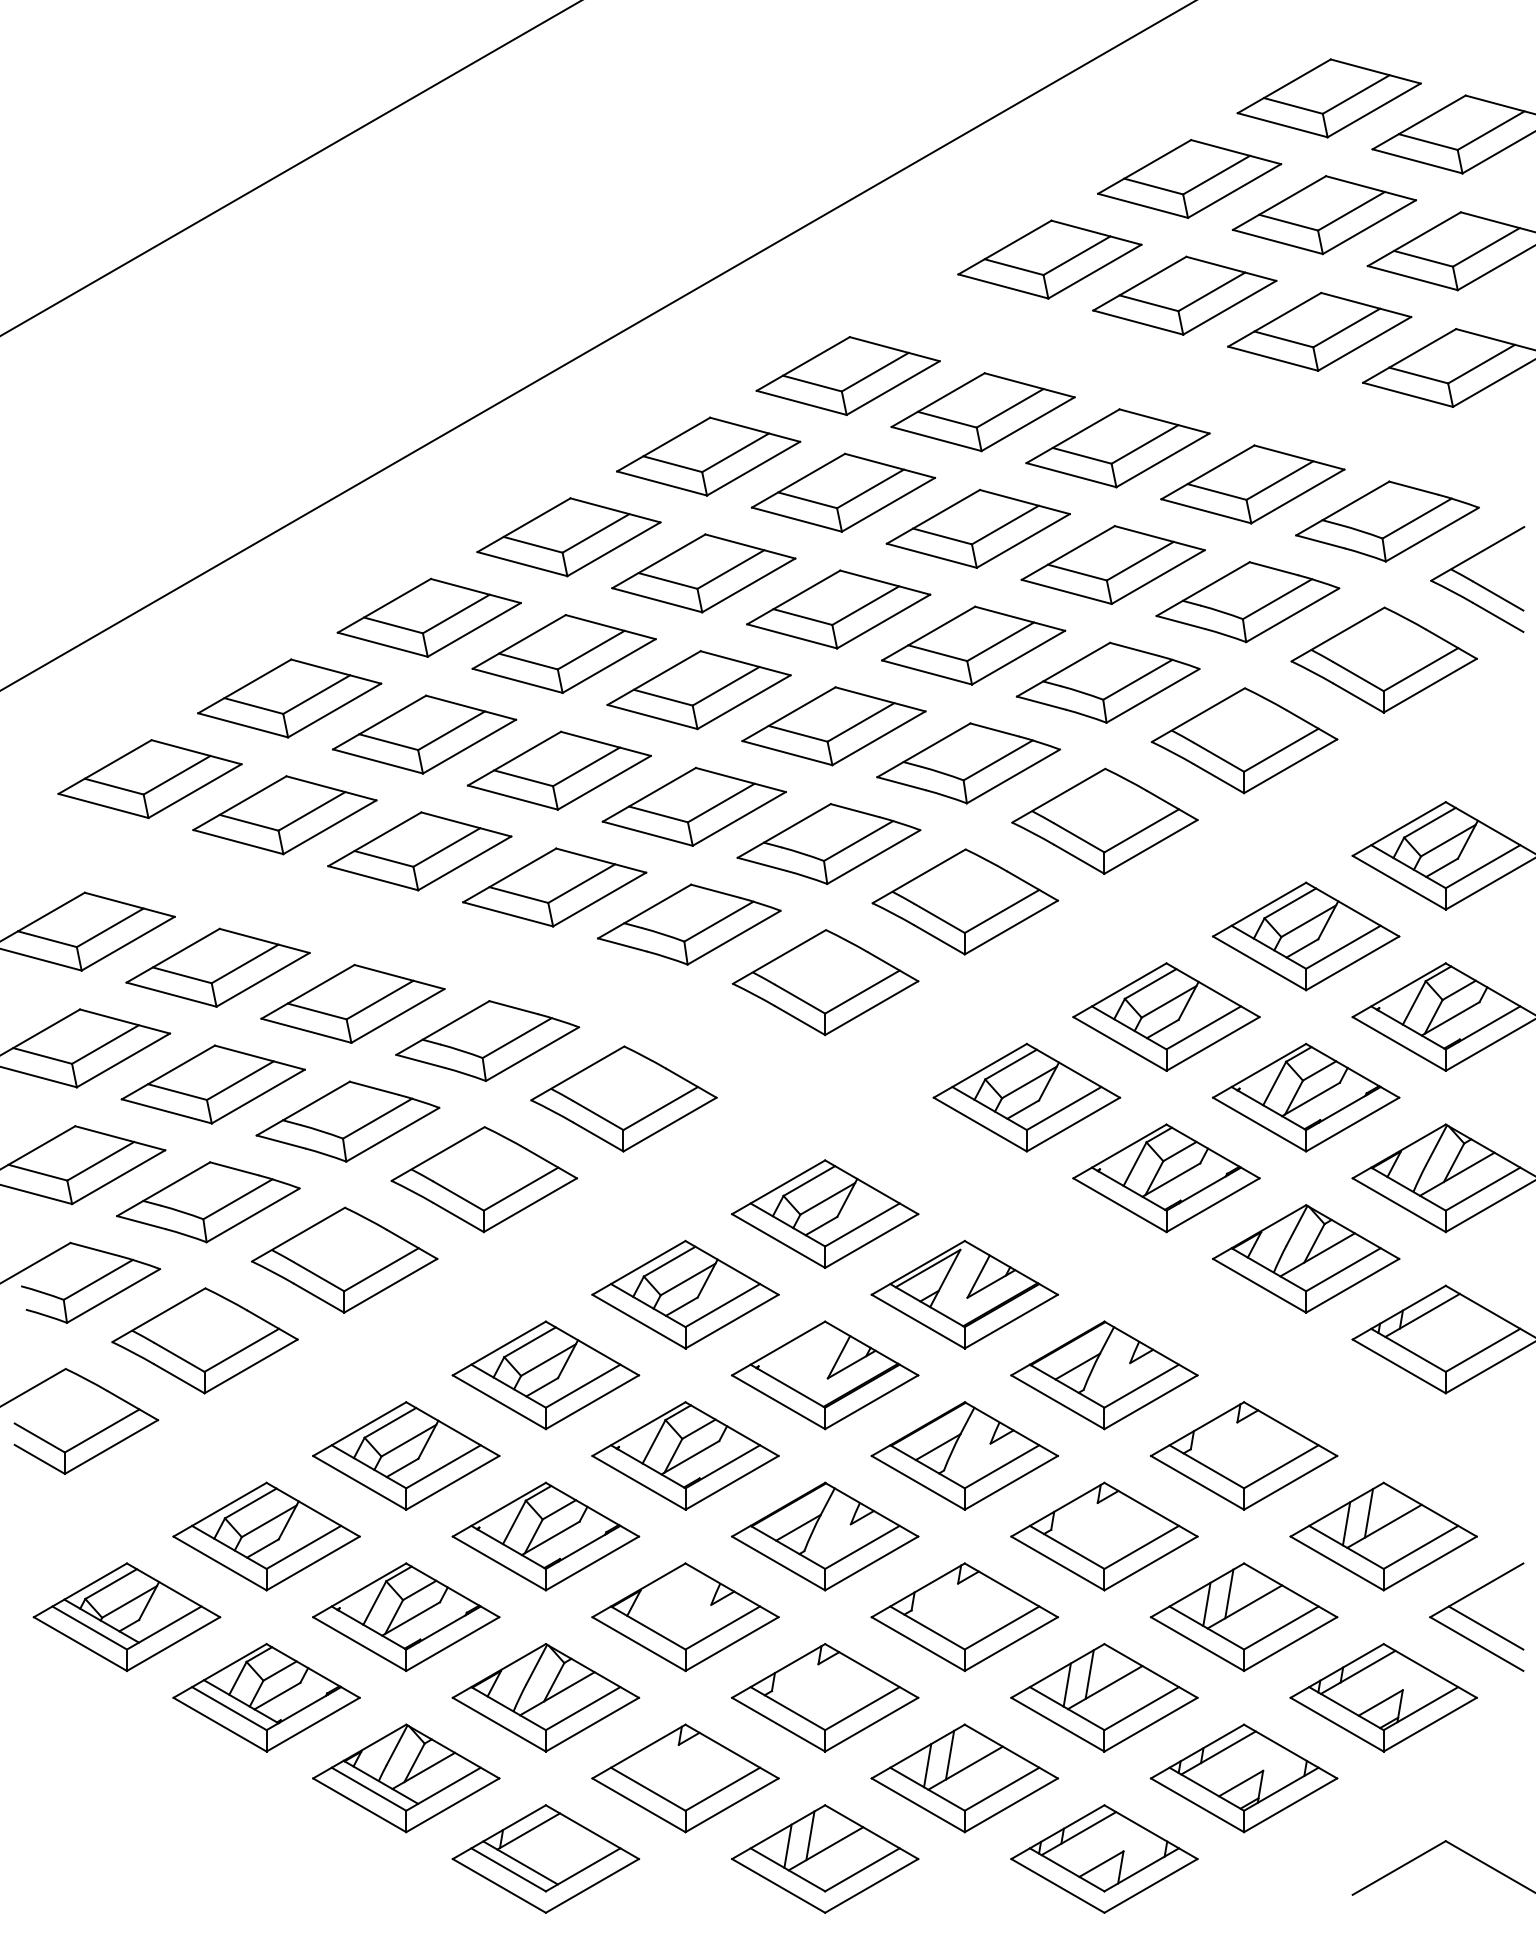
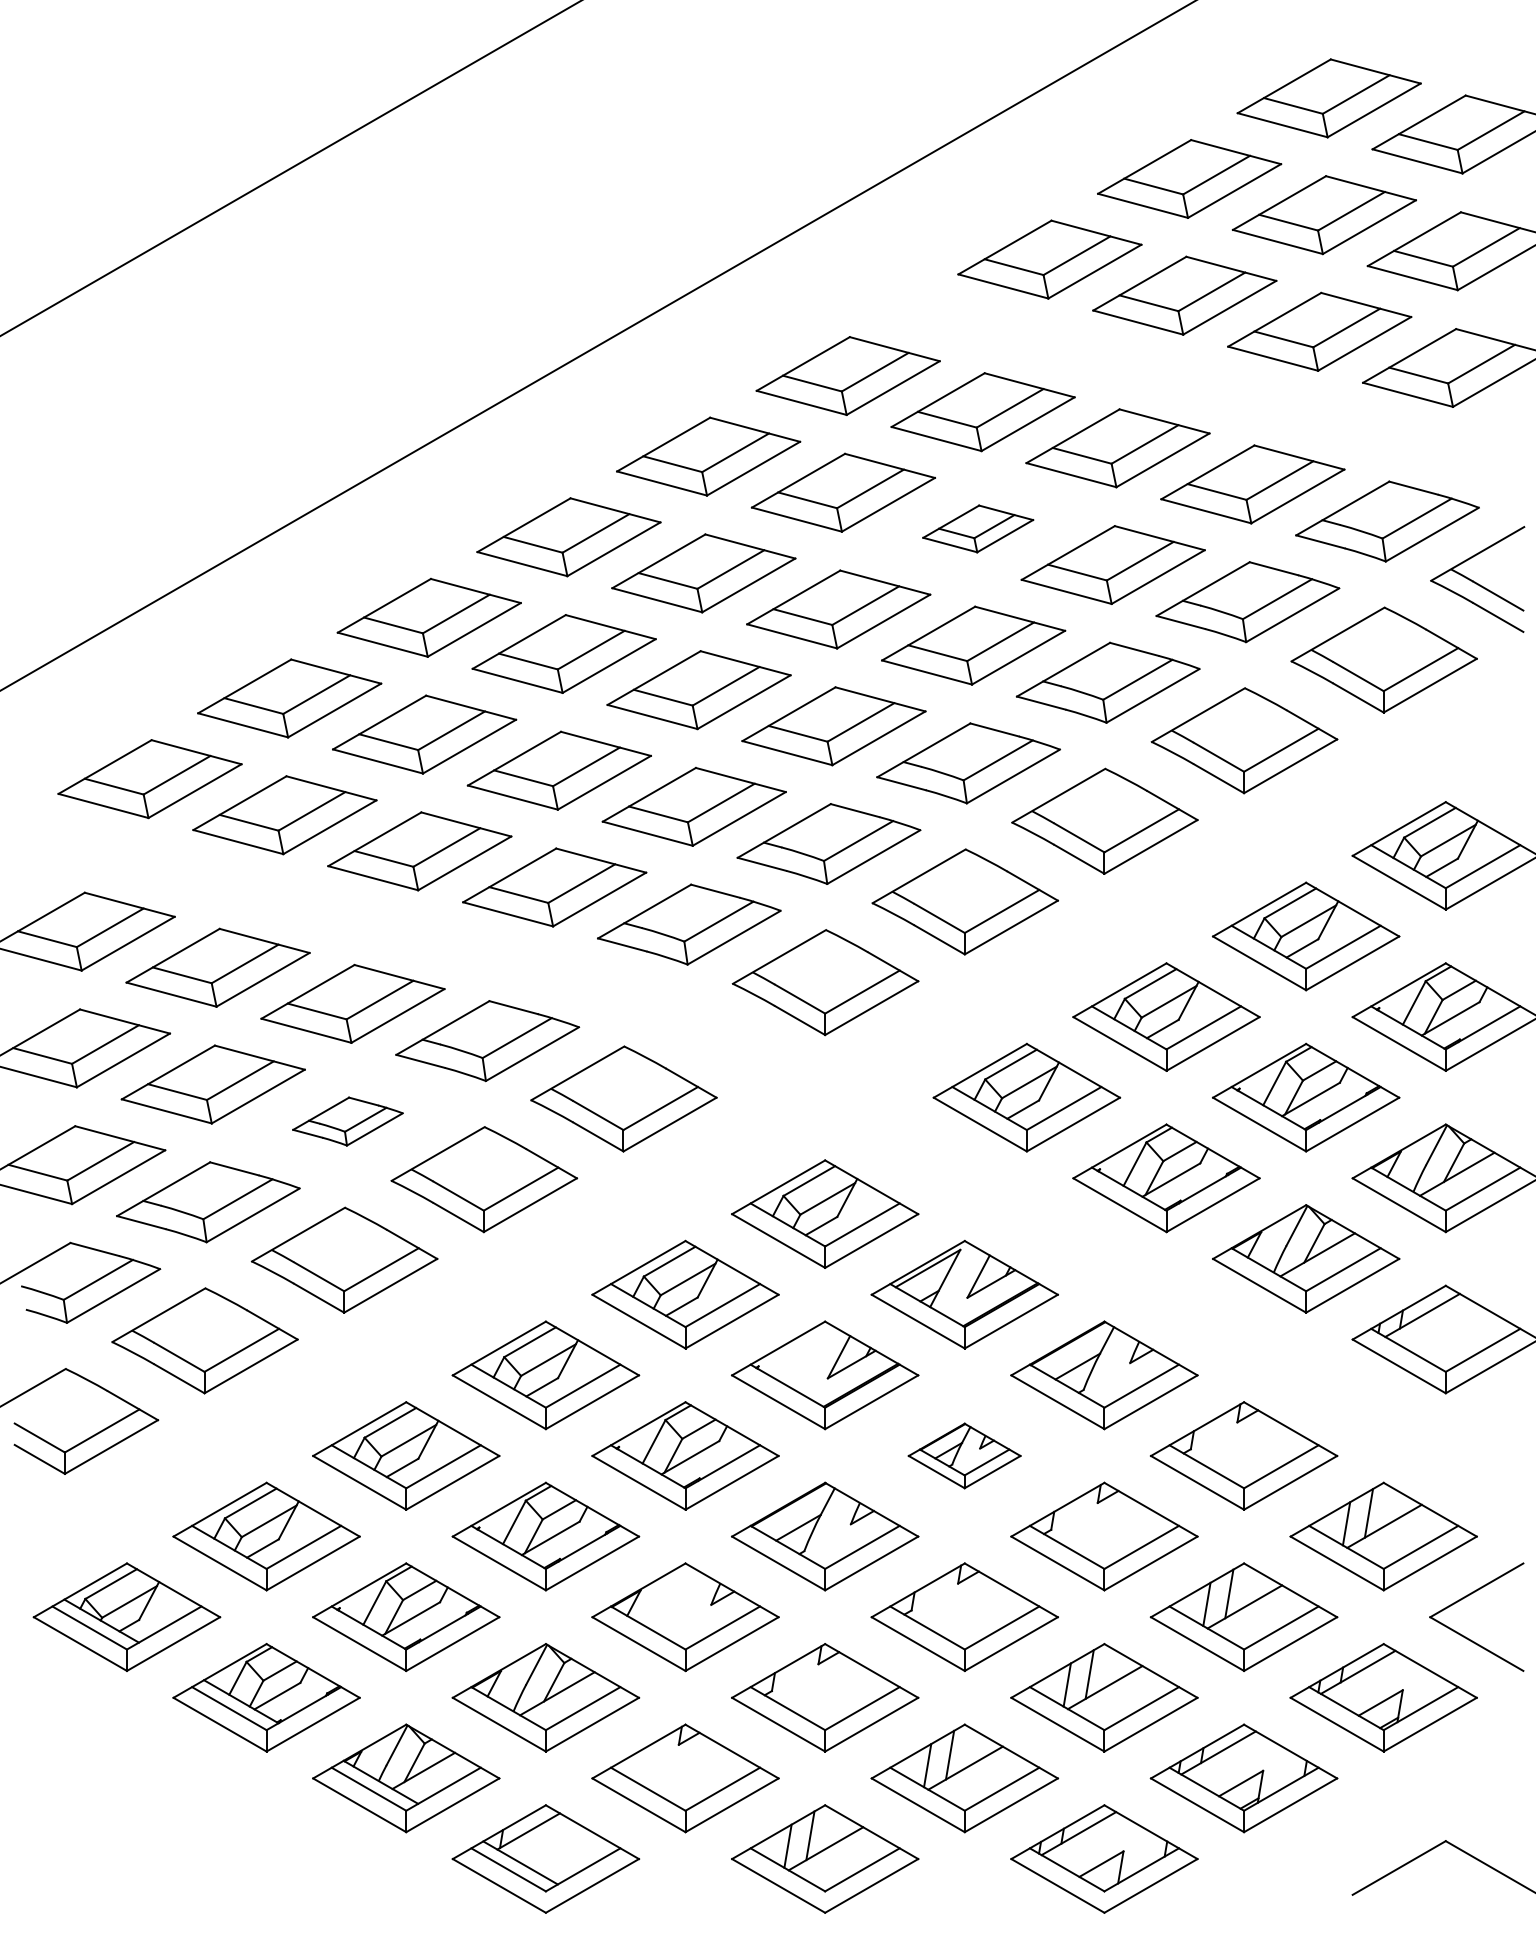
part at (977, 528) size: 186x80 px -> 113x50 px
part at (347, 1121) size: 186x83 px -> 112x51 px
part at (964, 1455) size: 189x110 px -> 115x68 px
line at (1485, 1627): present -> none
